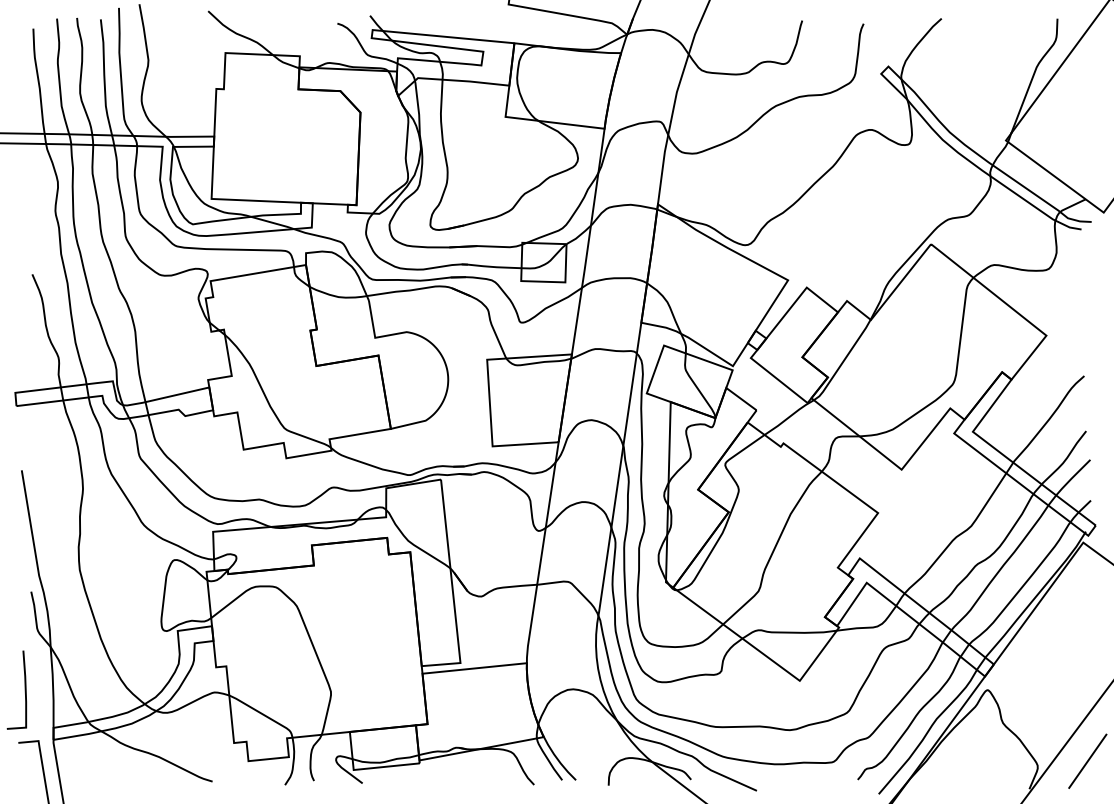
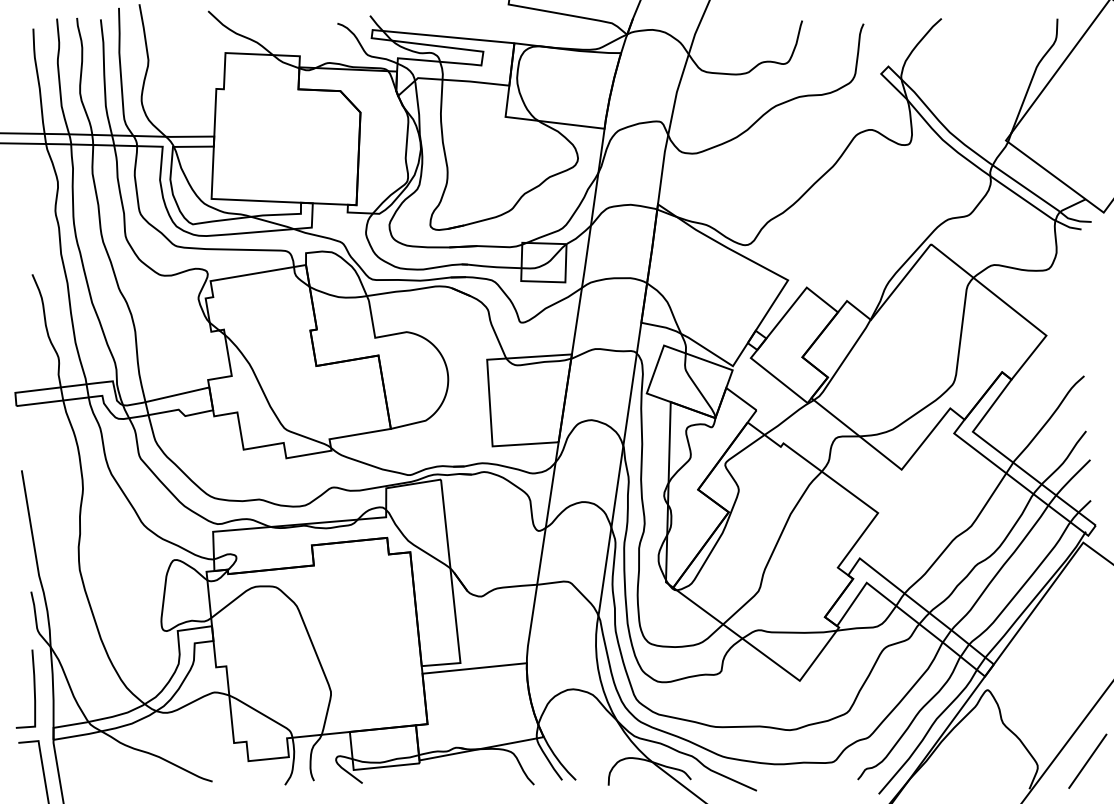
line at (24, 689) position: (24, 689) -> (33, 688)
